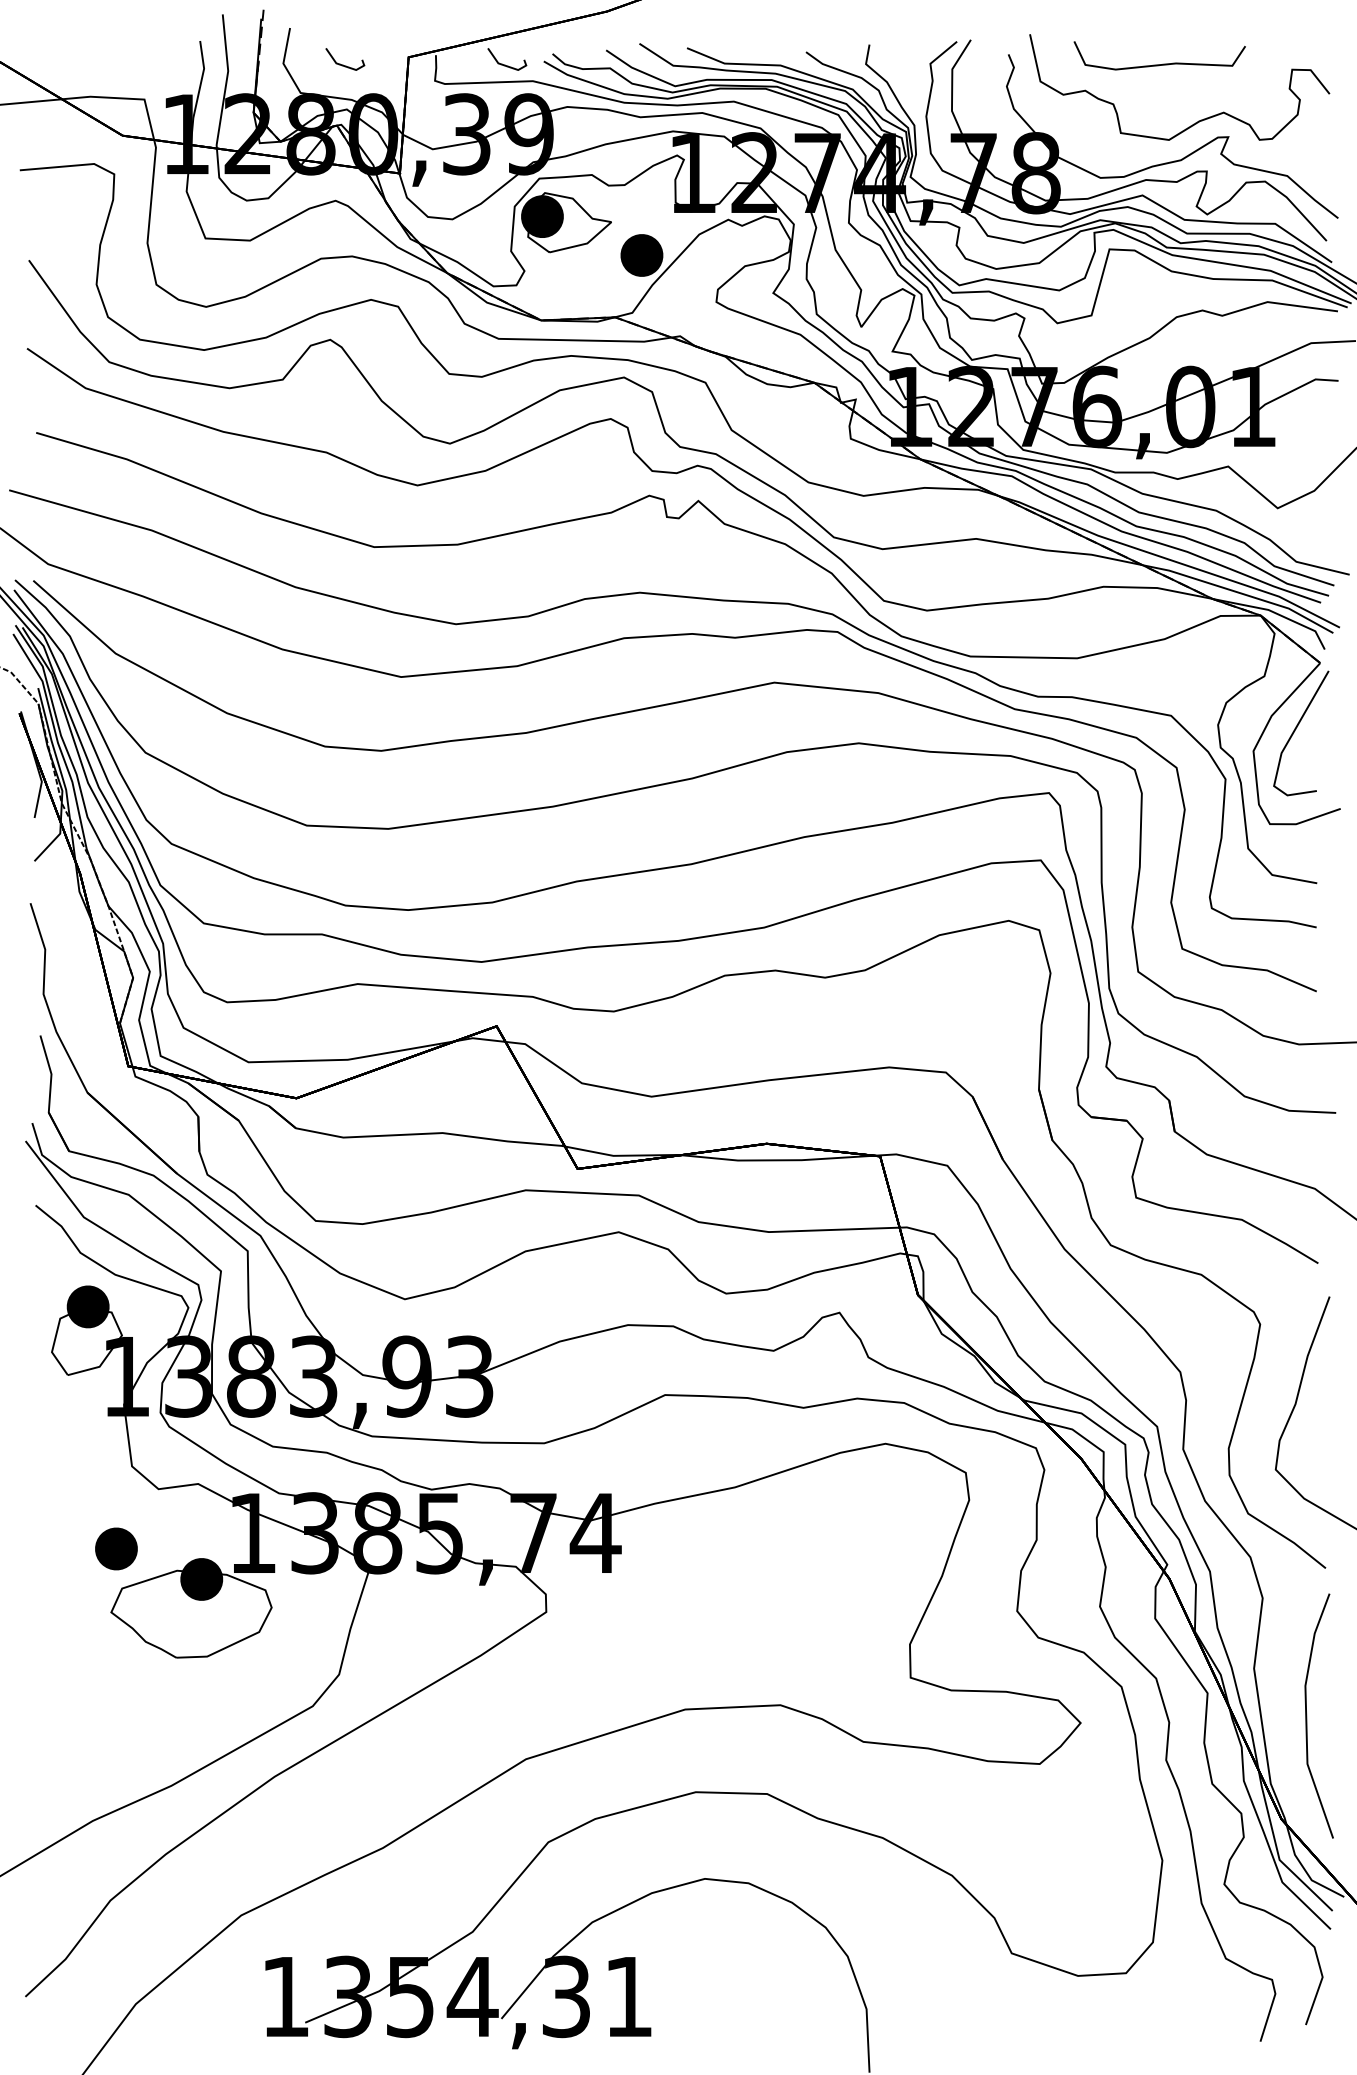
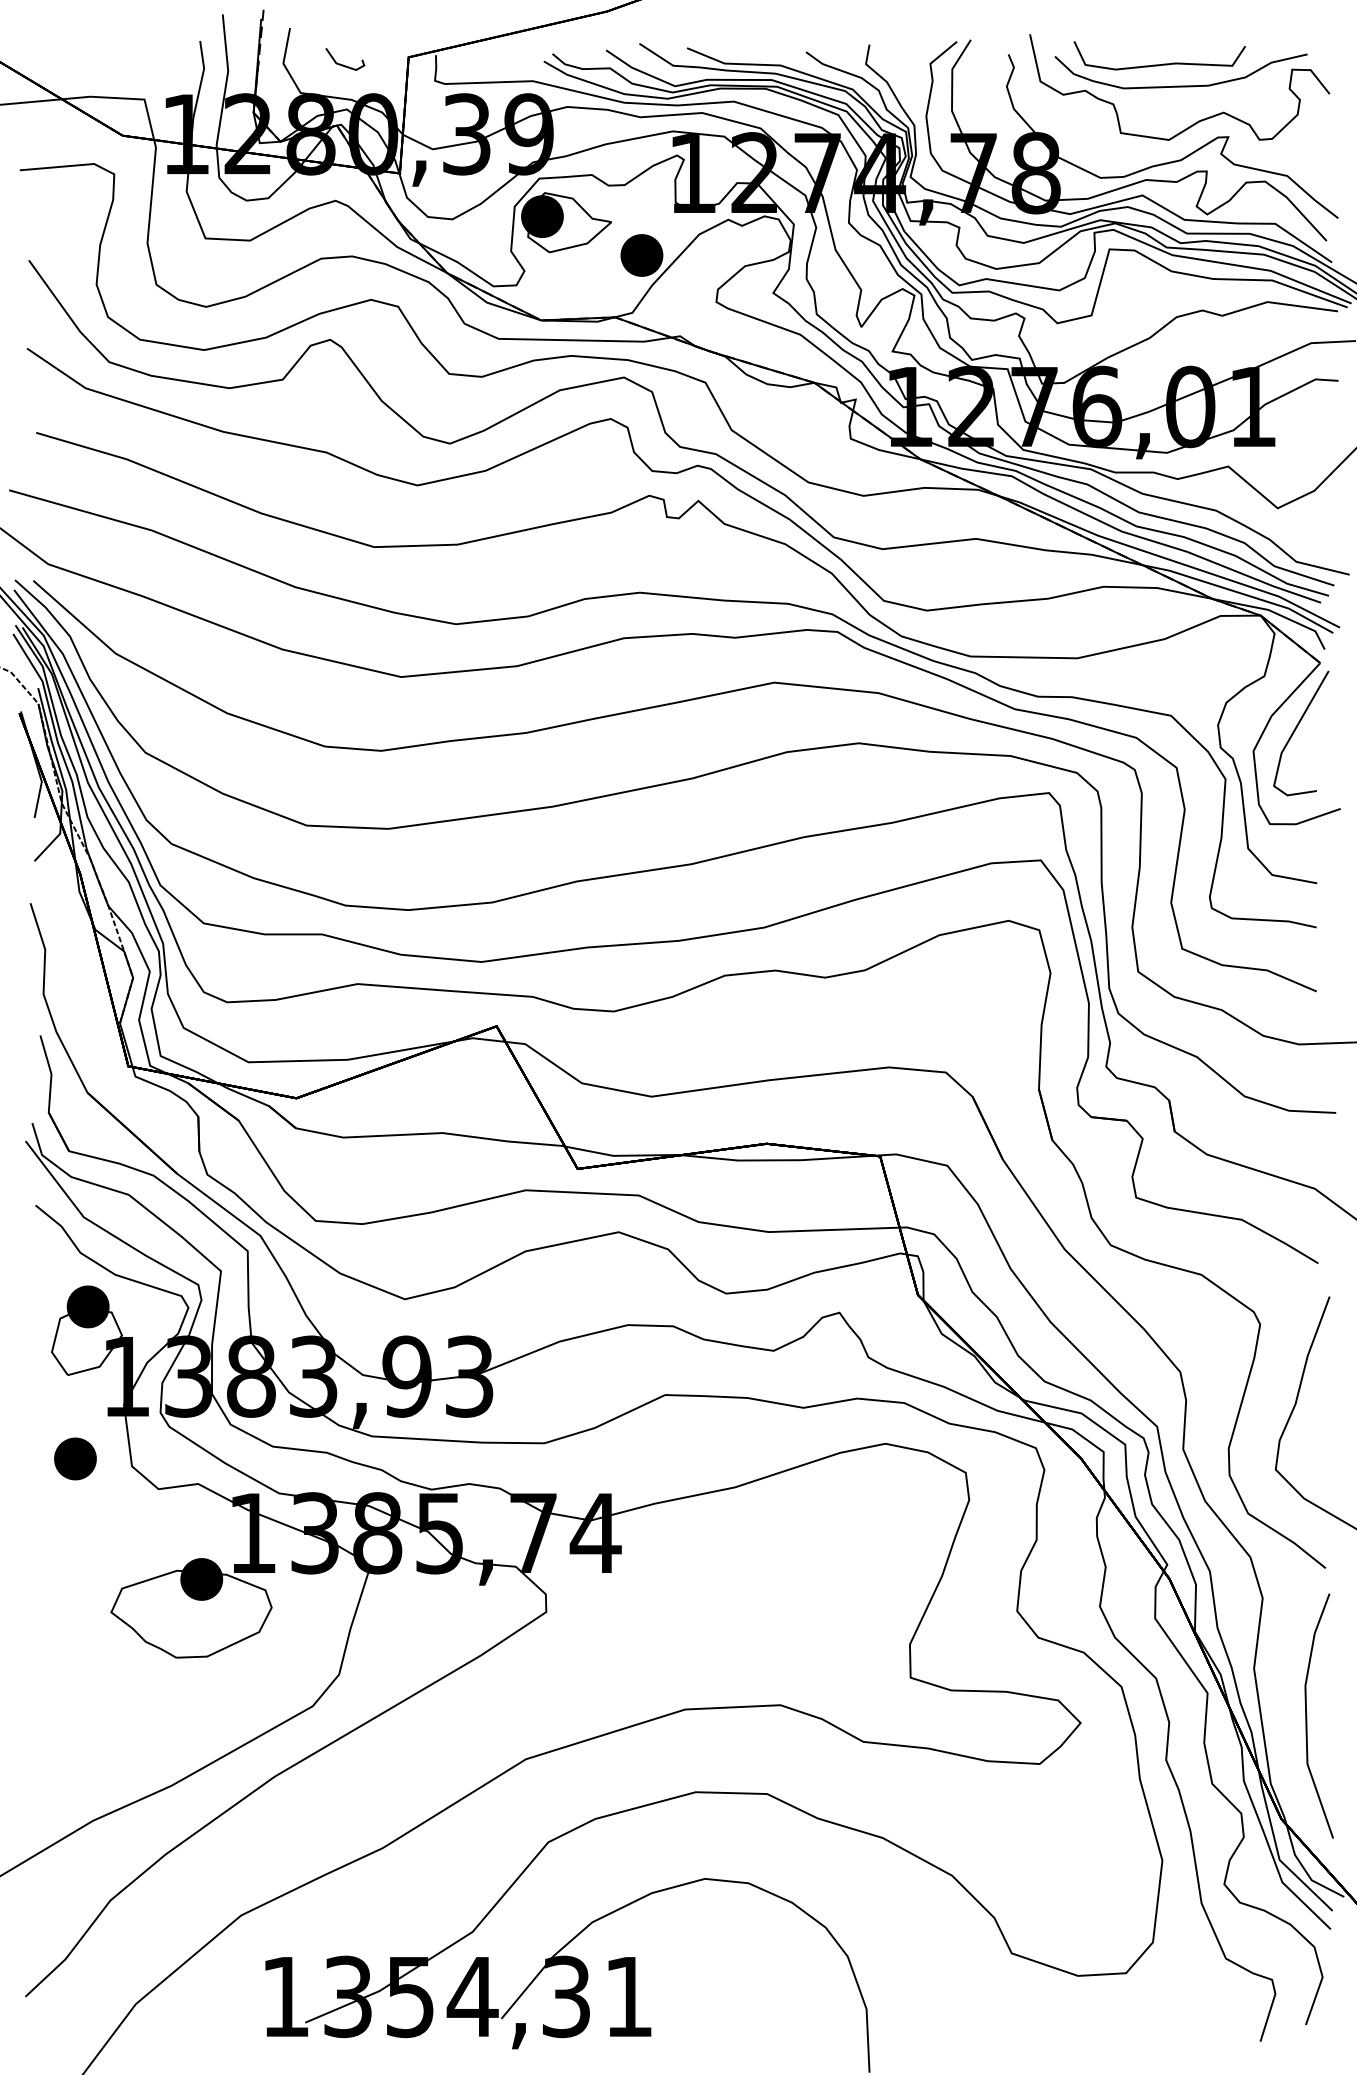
line at (505, 64): present -> none
part at (1180, 85): none -> present
part at (116, 1548) position: (116, 1548) -> (75, 1458)
